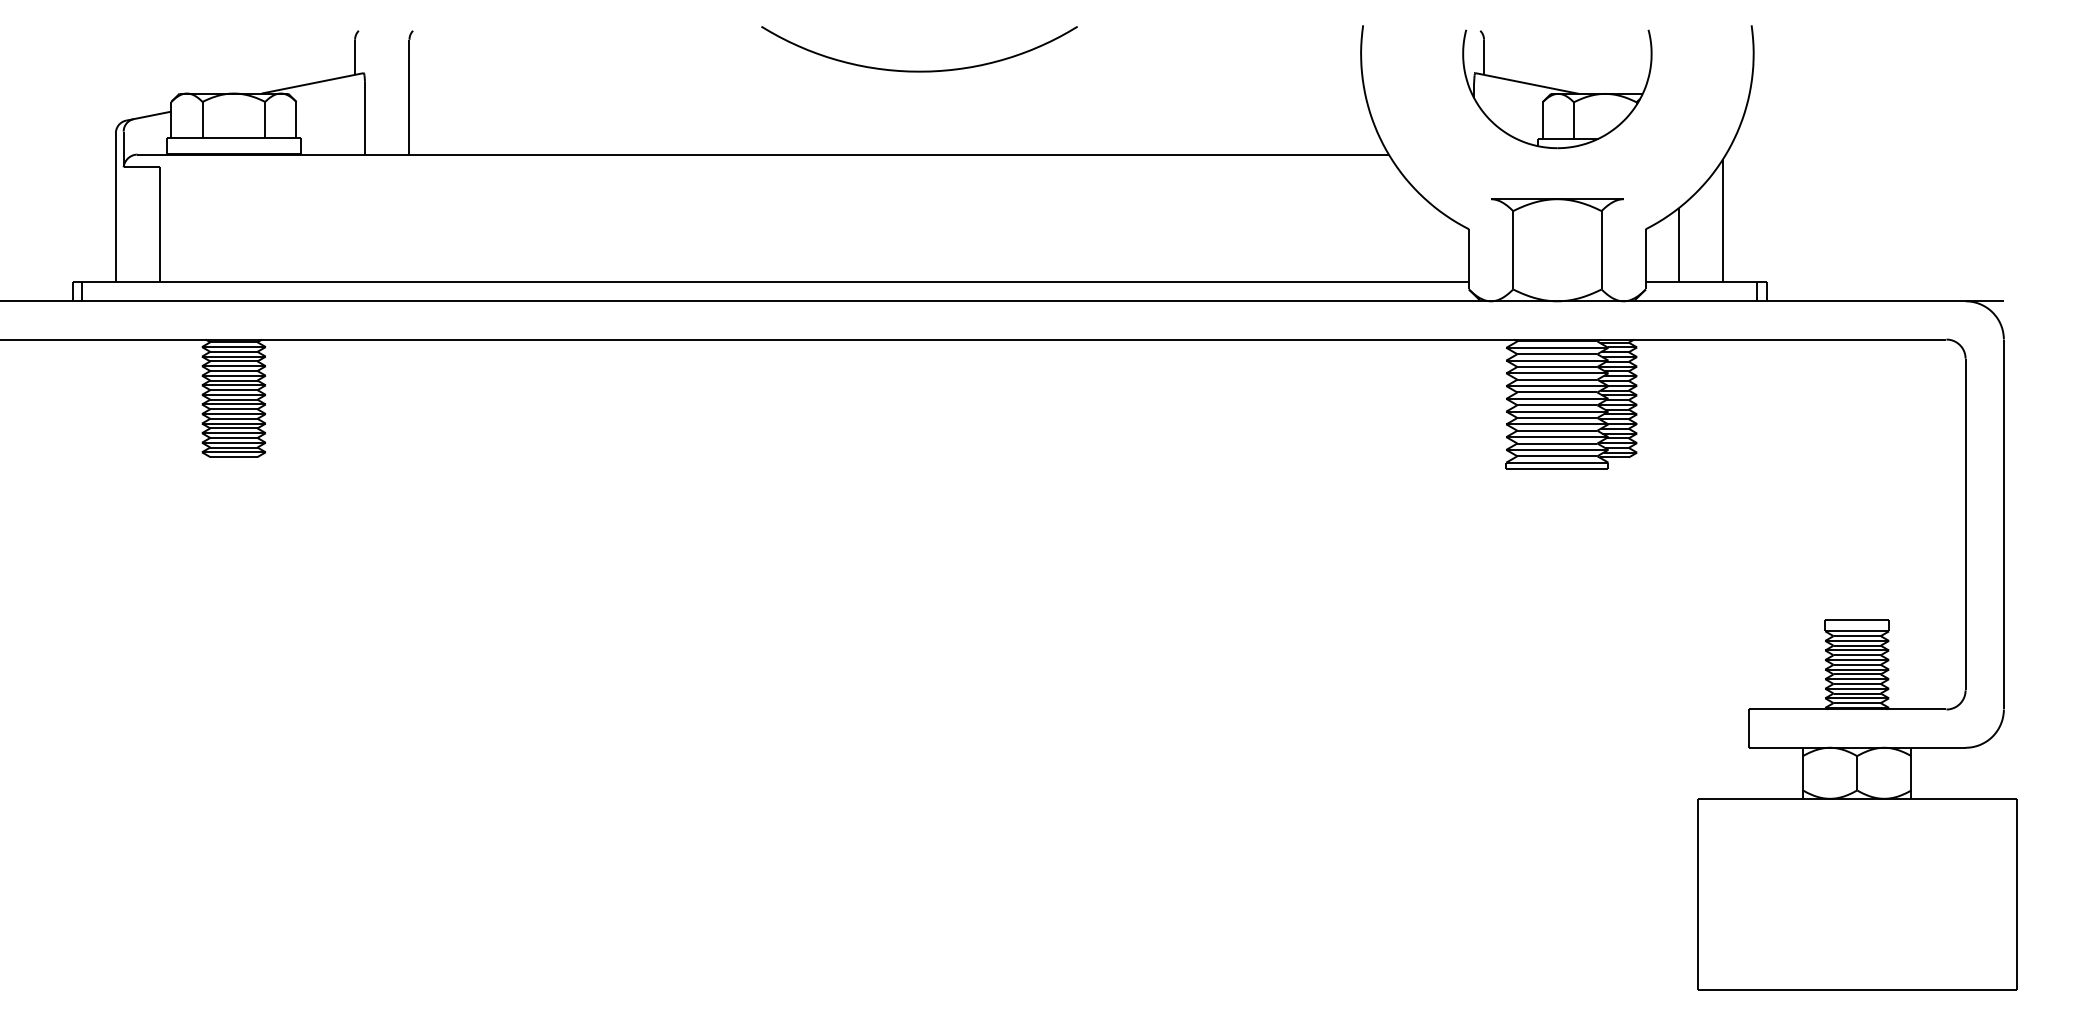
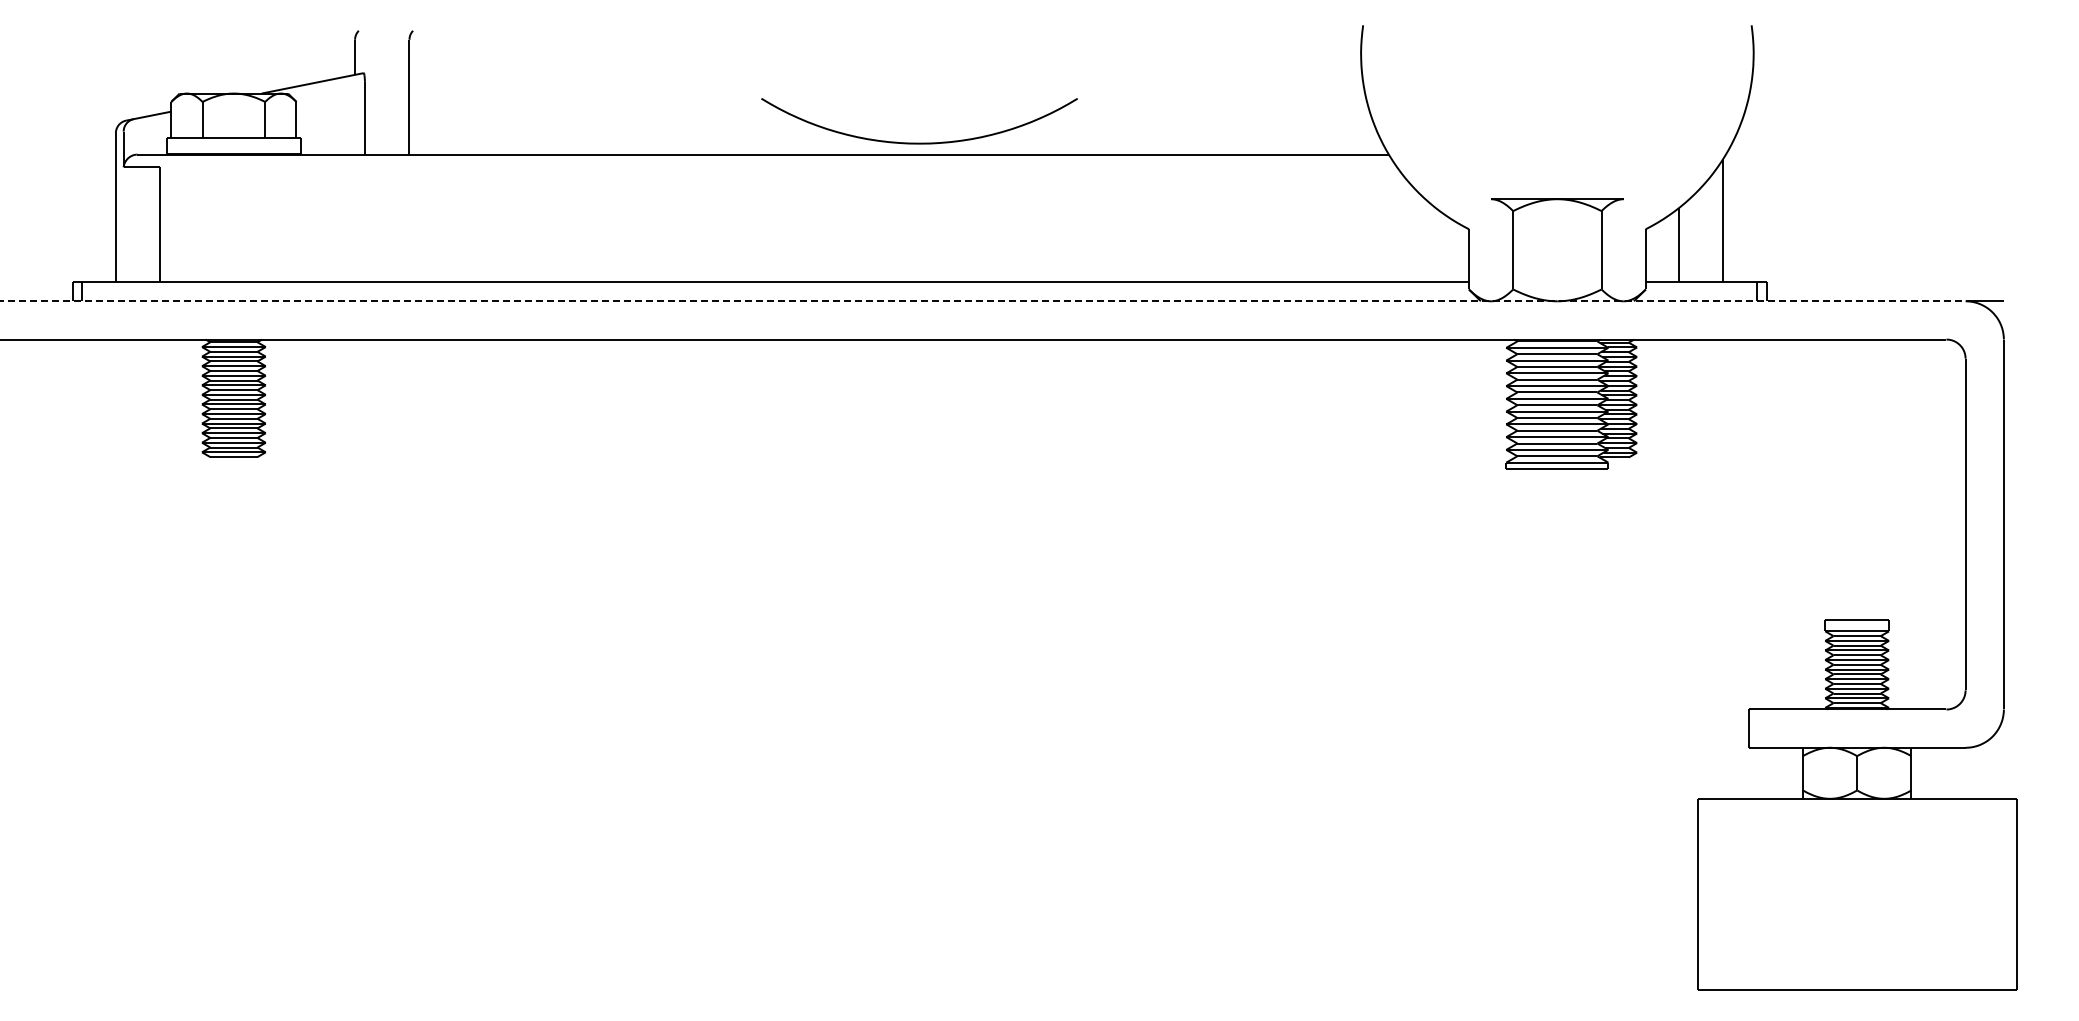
curve at (919, 70) position: (919, 70) -> (919, 142)
part at (1557, 89): present -> none
line at (983, 301): solid -> dashed
